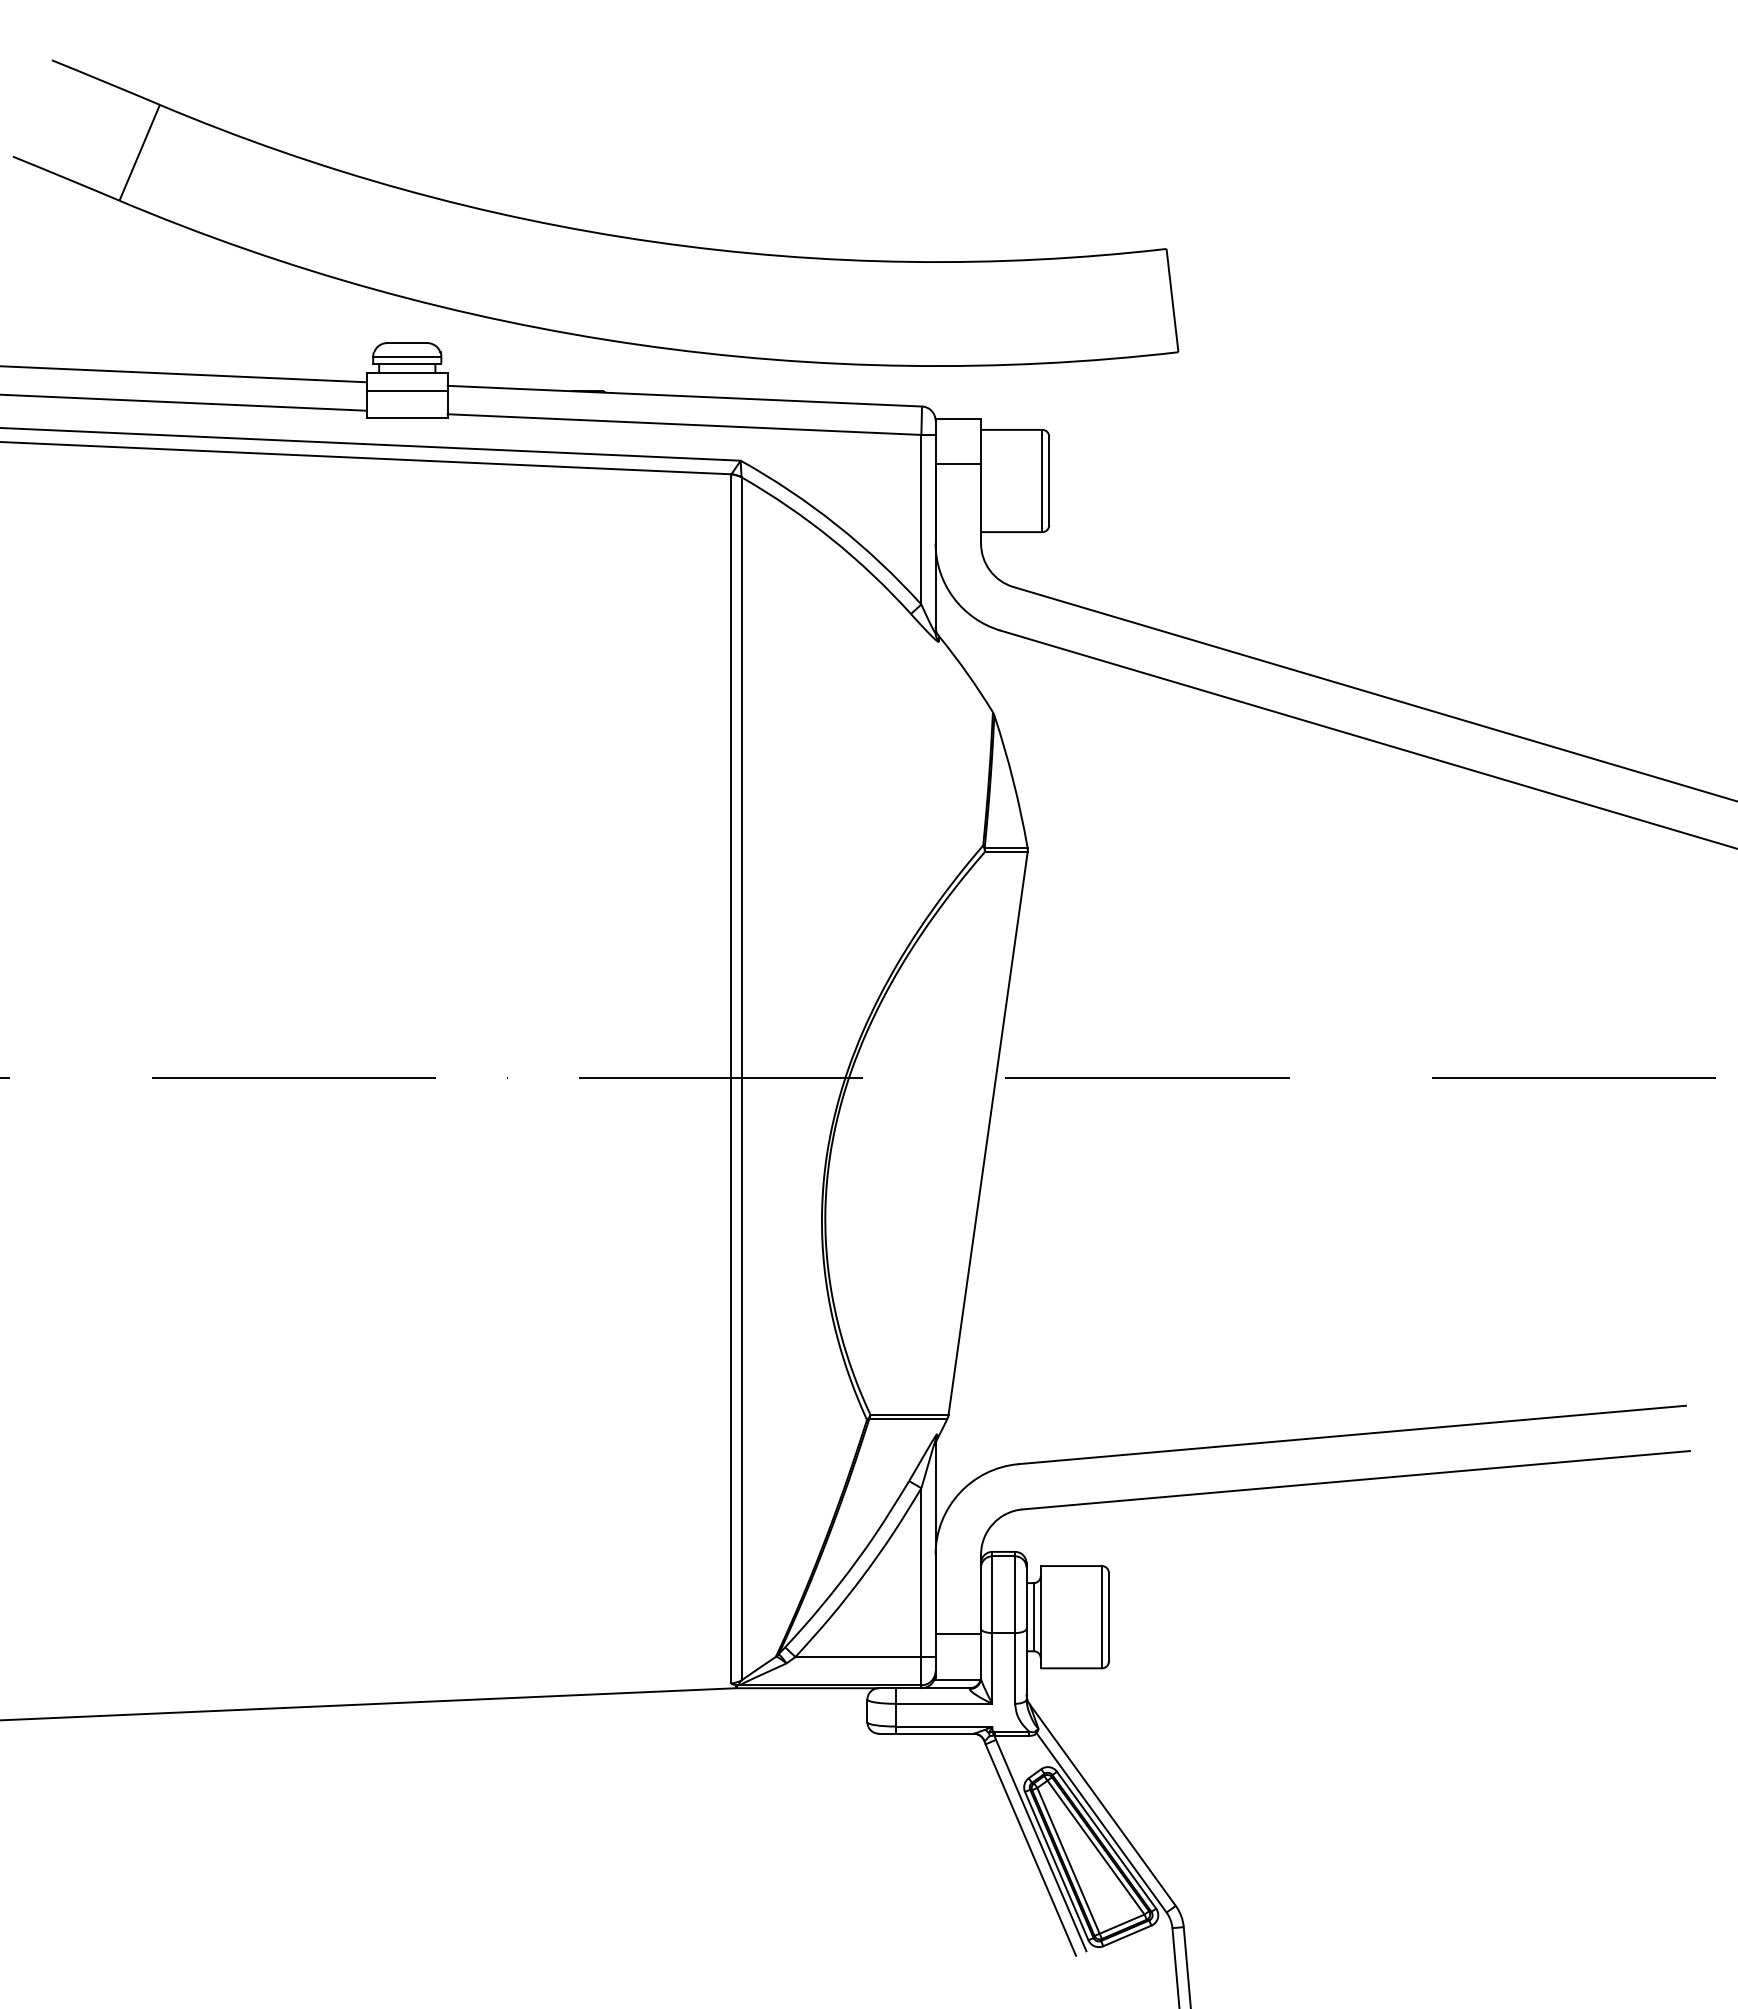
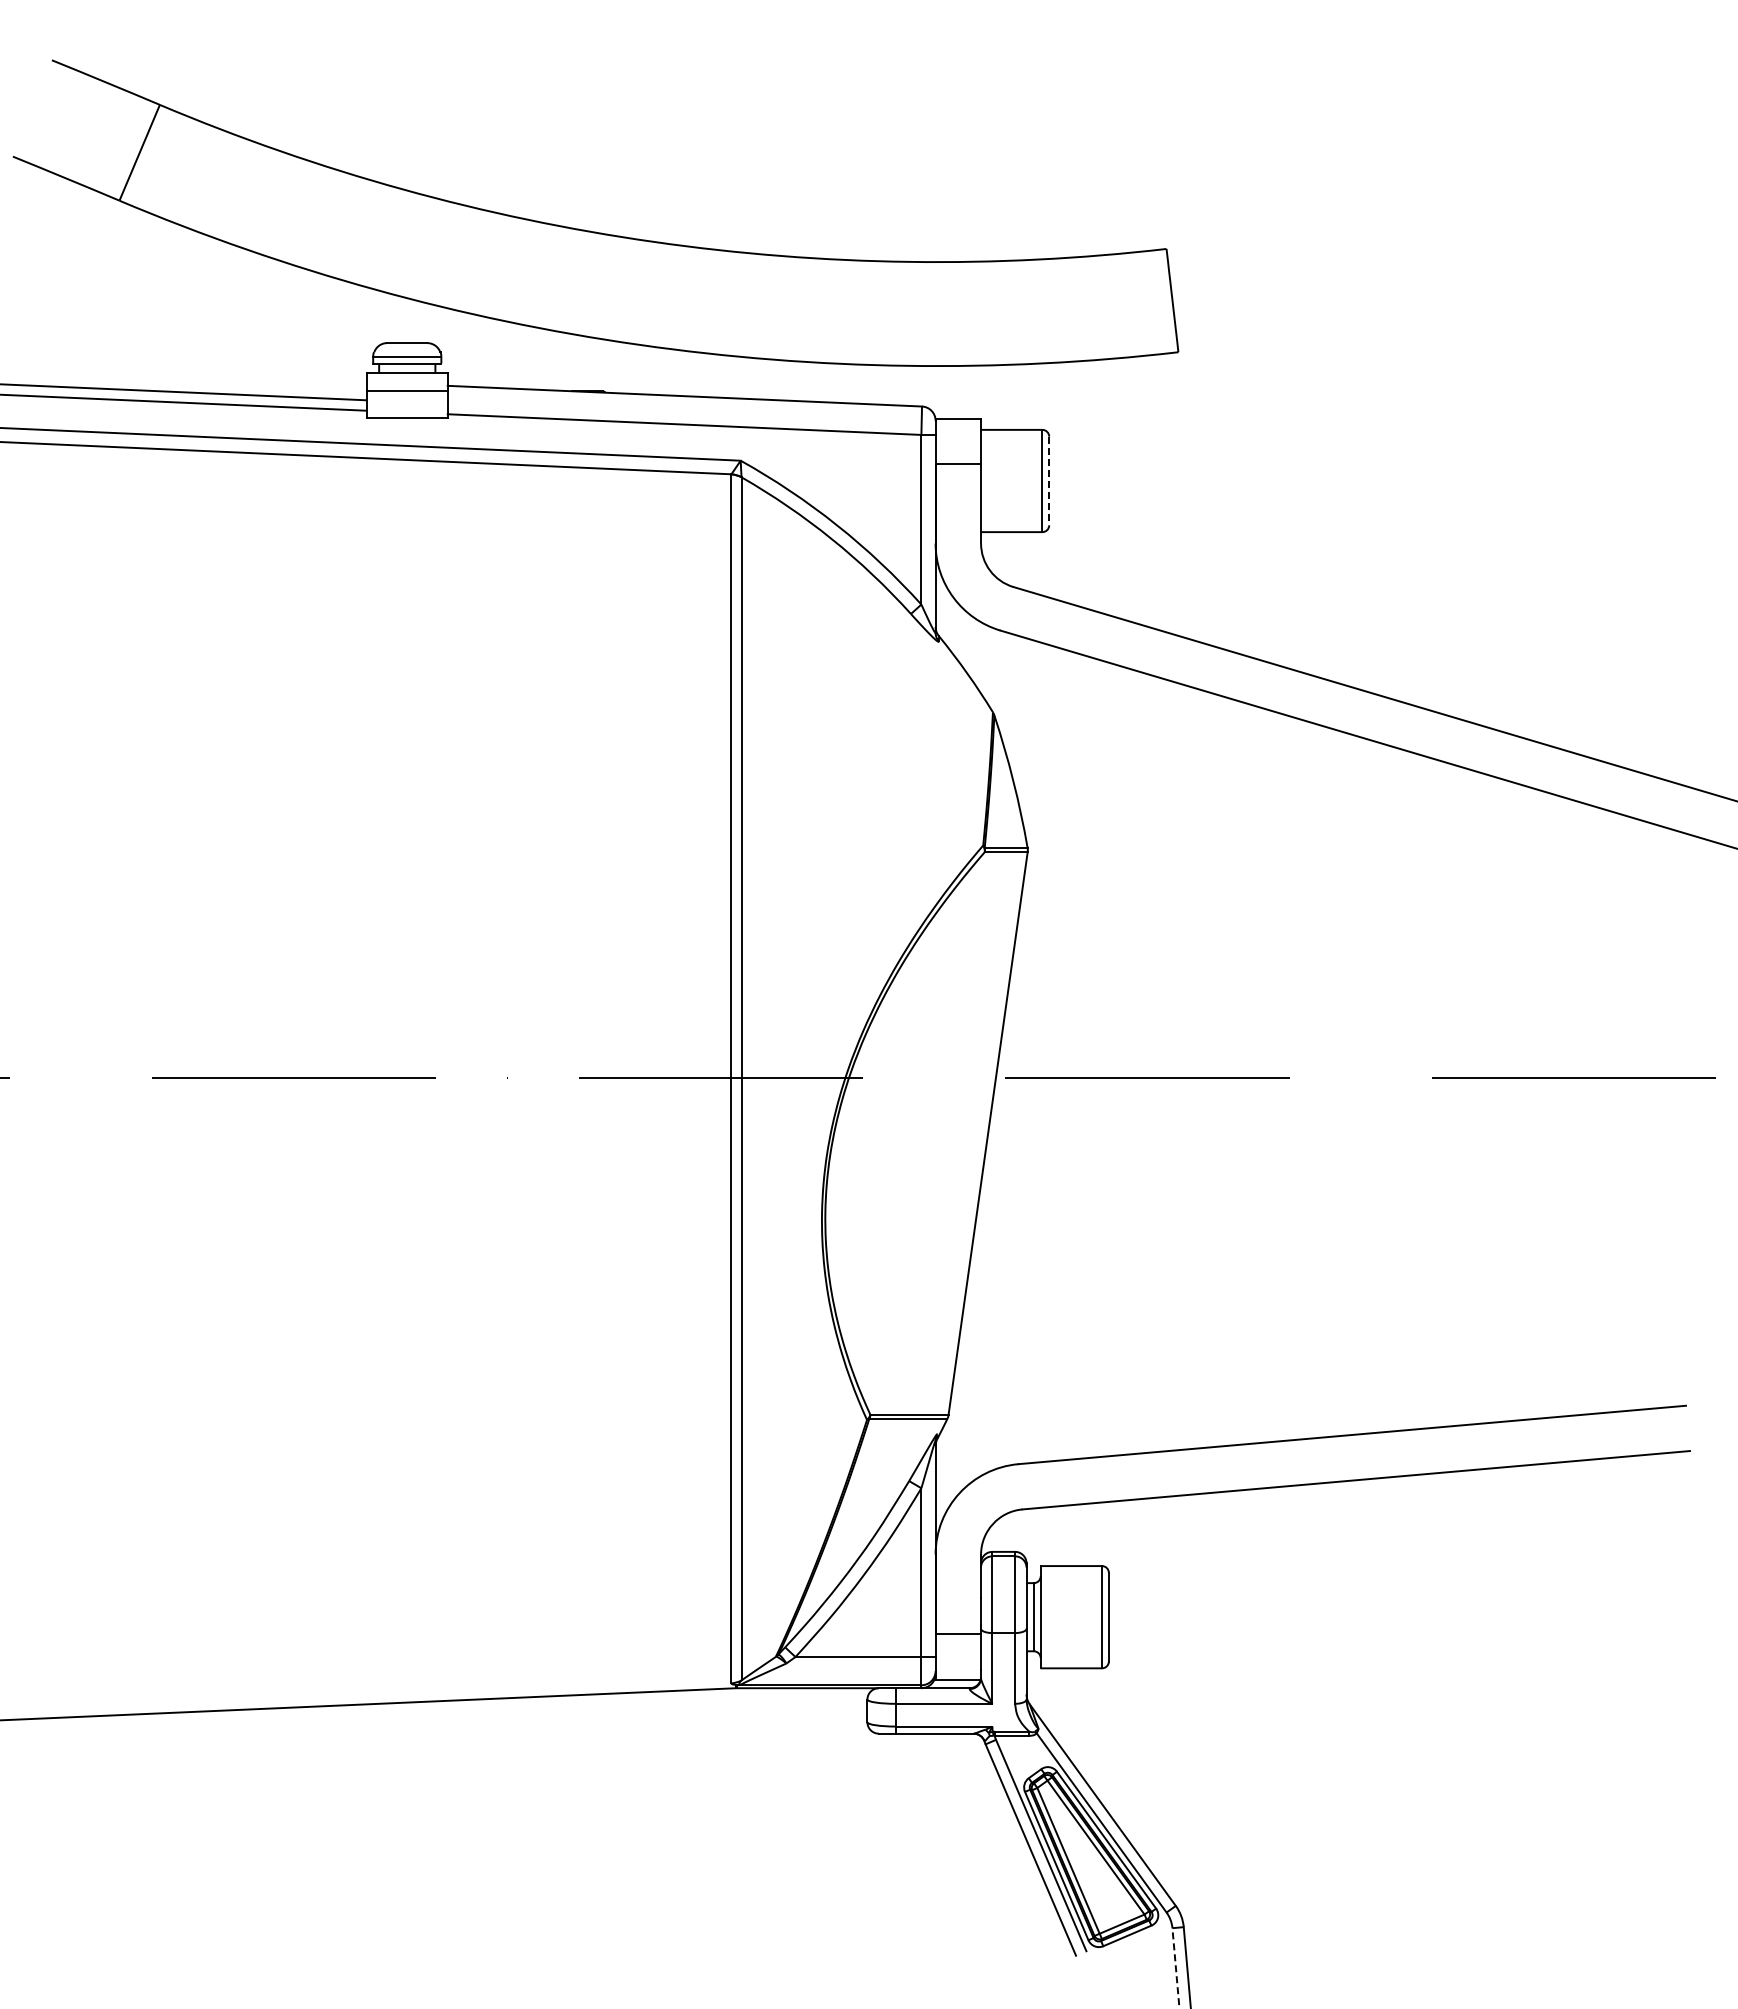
line at (184, 374) position: (184, 374) -> (183, 392)
line at (1049, 481): solid -> dashed
line at (1175, 1967): solid -> dashed
